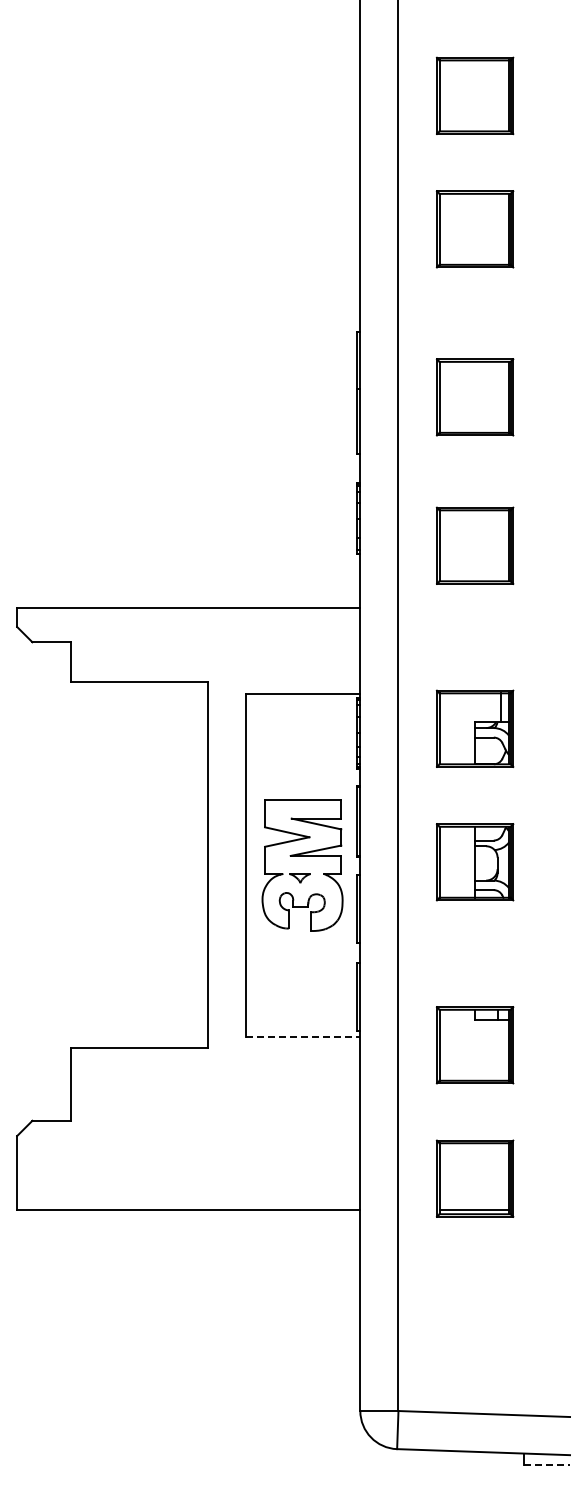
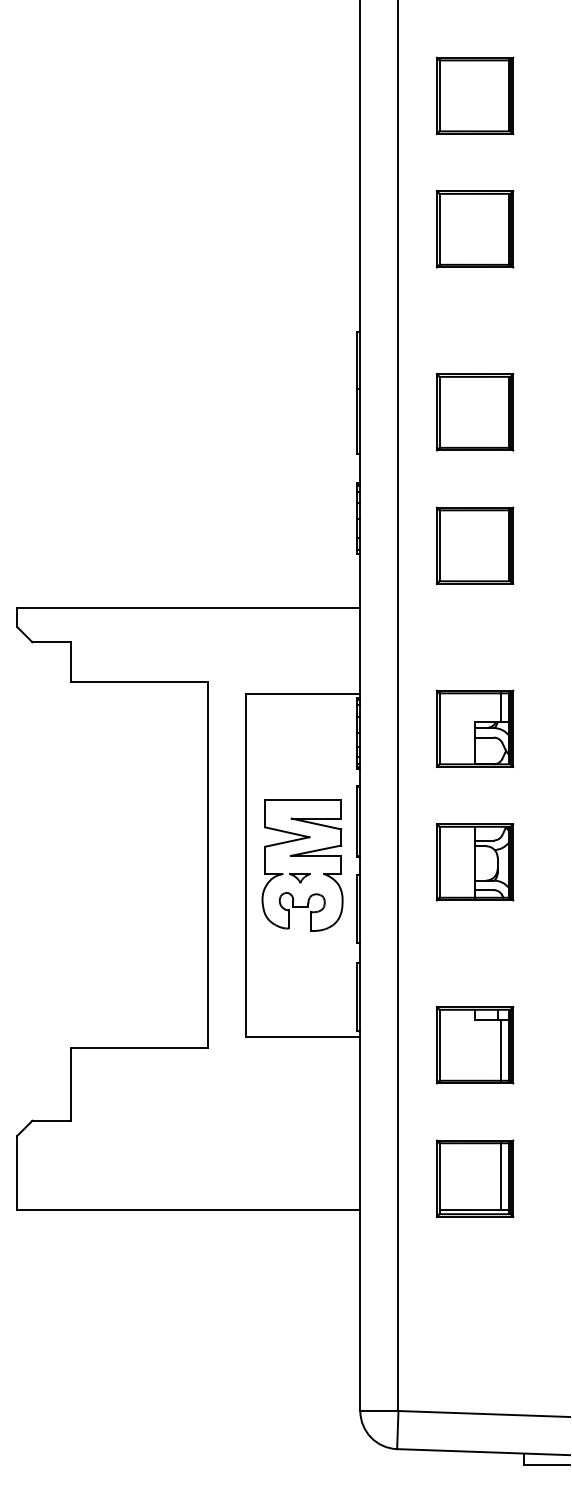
part at (474, 397) position: (474, 397) -> (474, 412)
line at (303, 1036): dashed -> solid
line at (501, 1049): none -> present
line at (501, 1176): none -> present
line at (547, 1464): dashed -> solid
